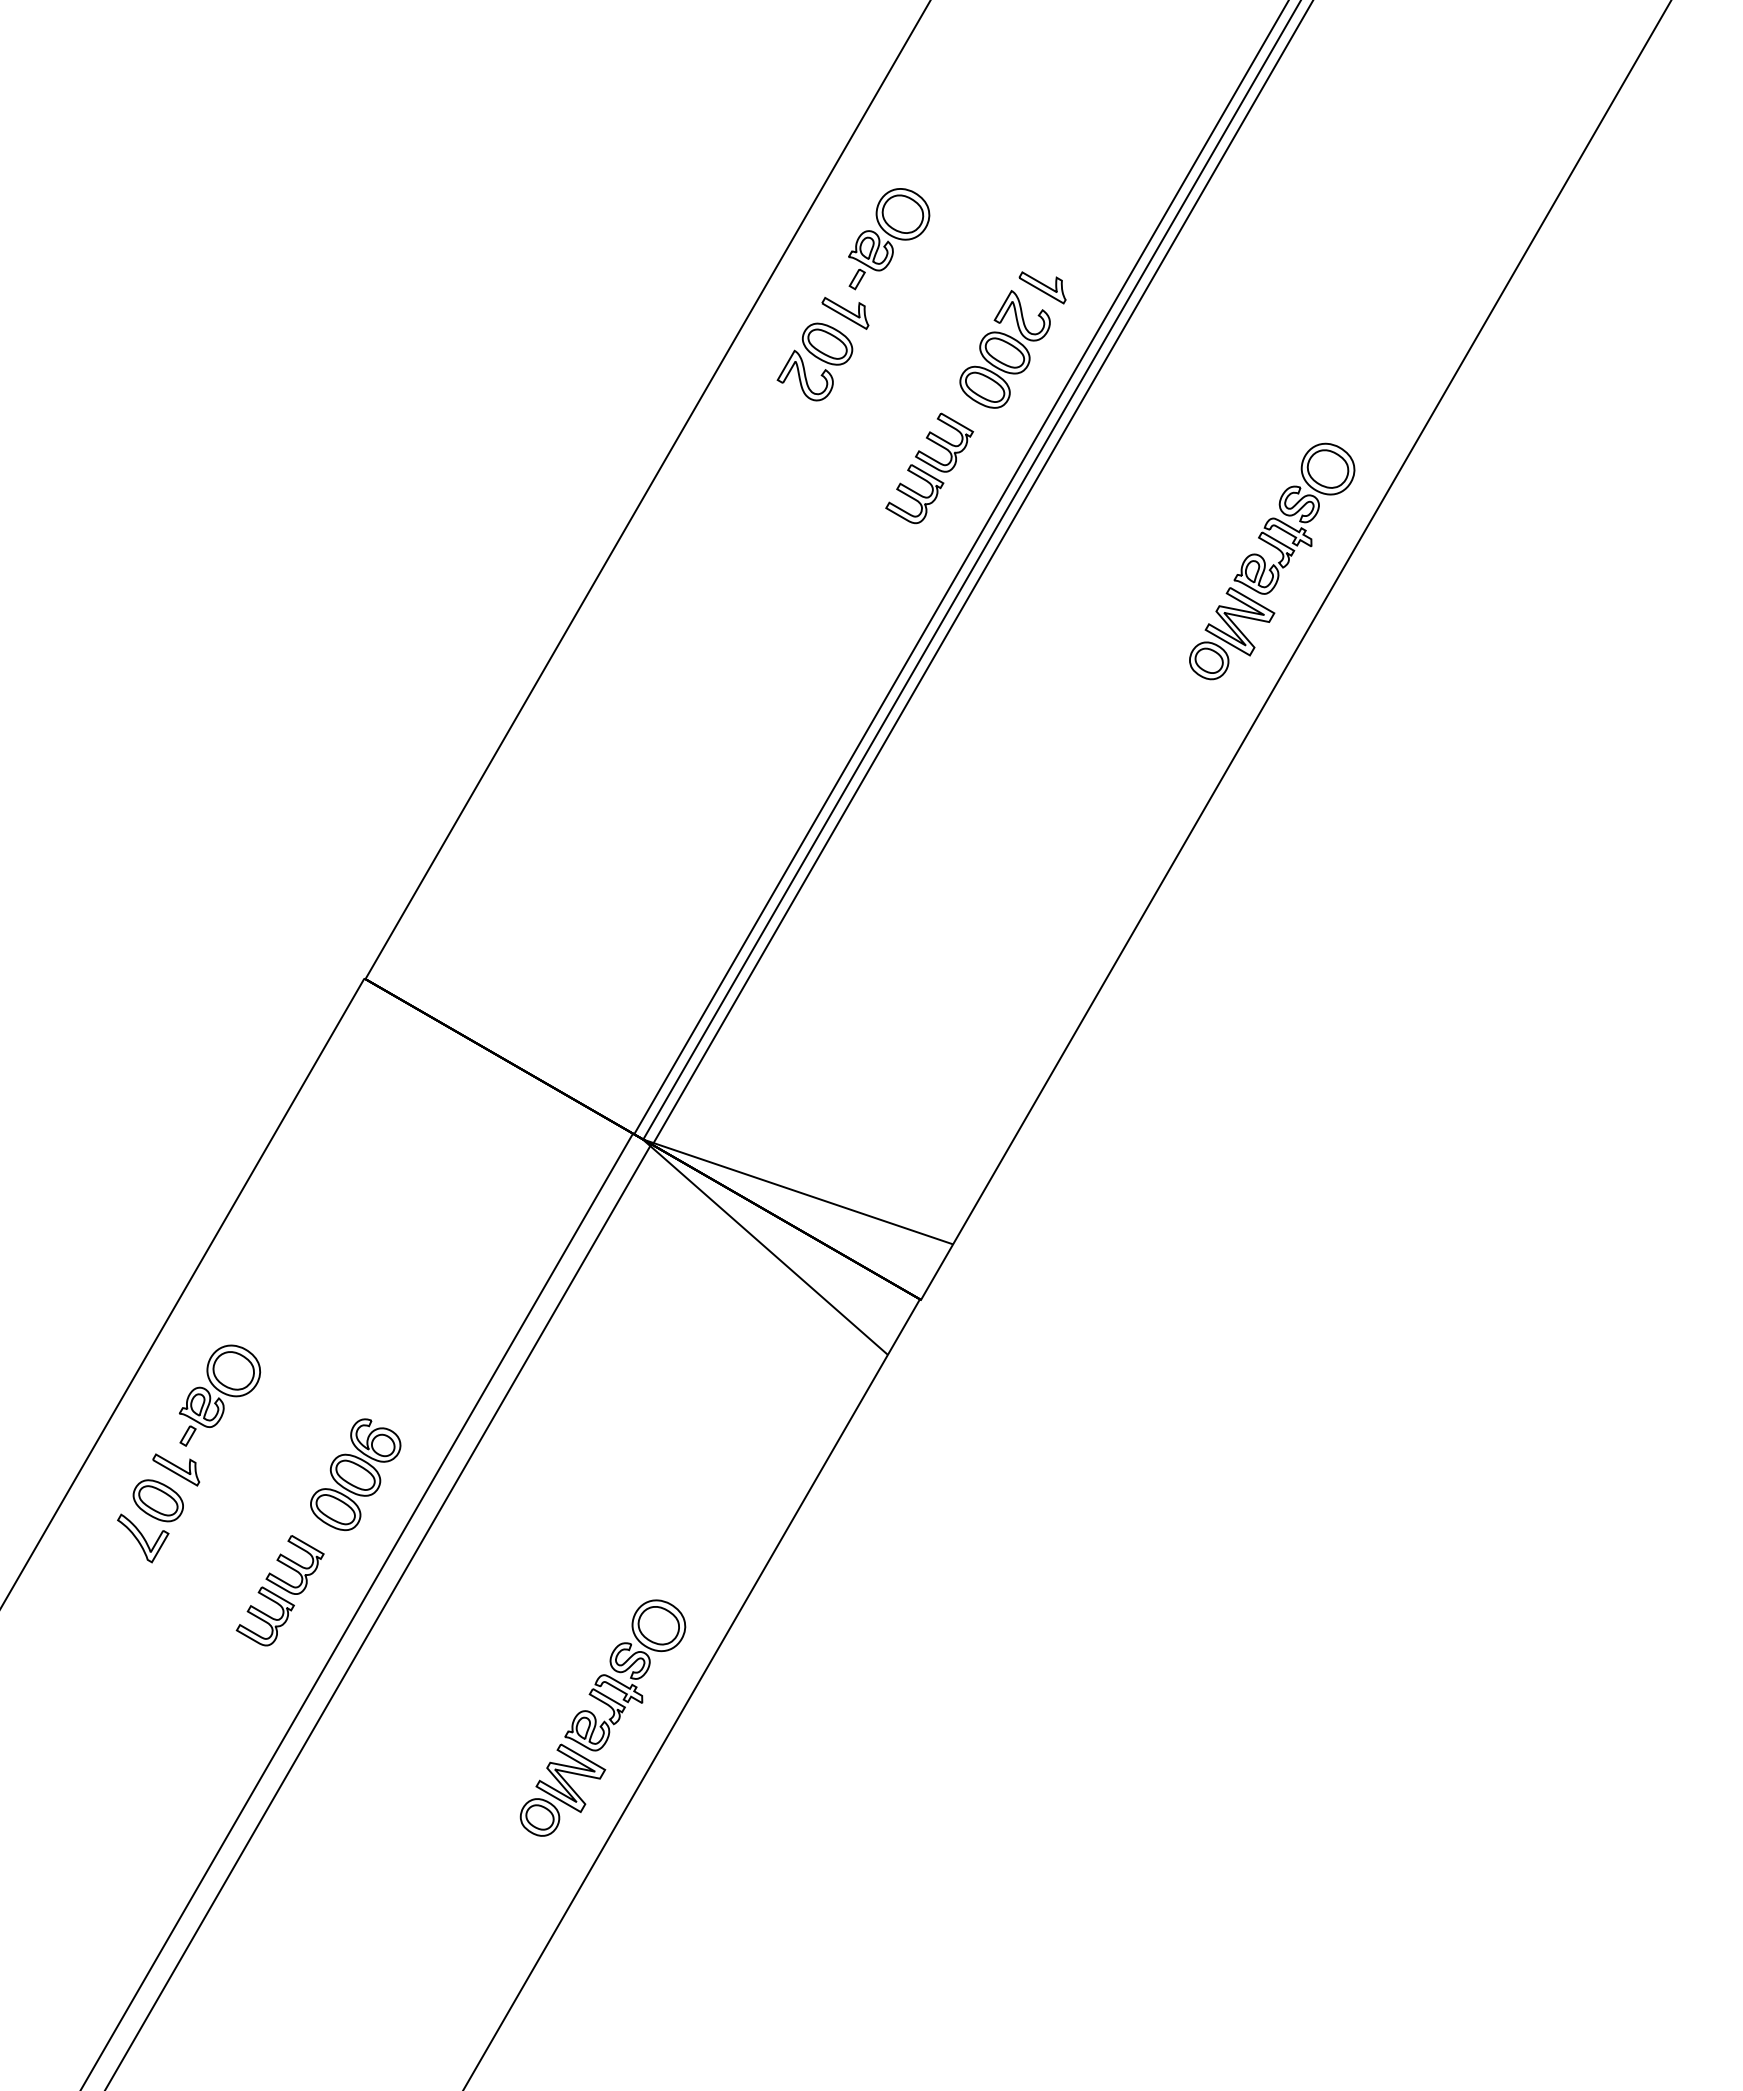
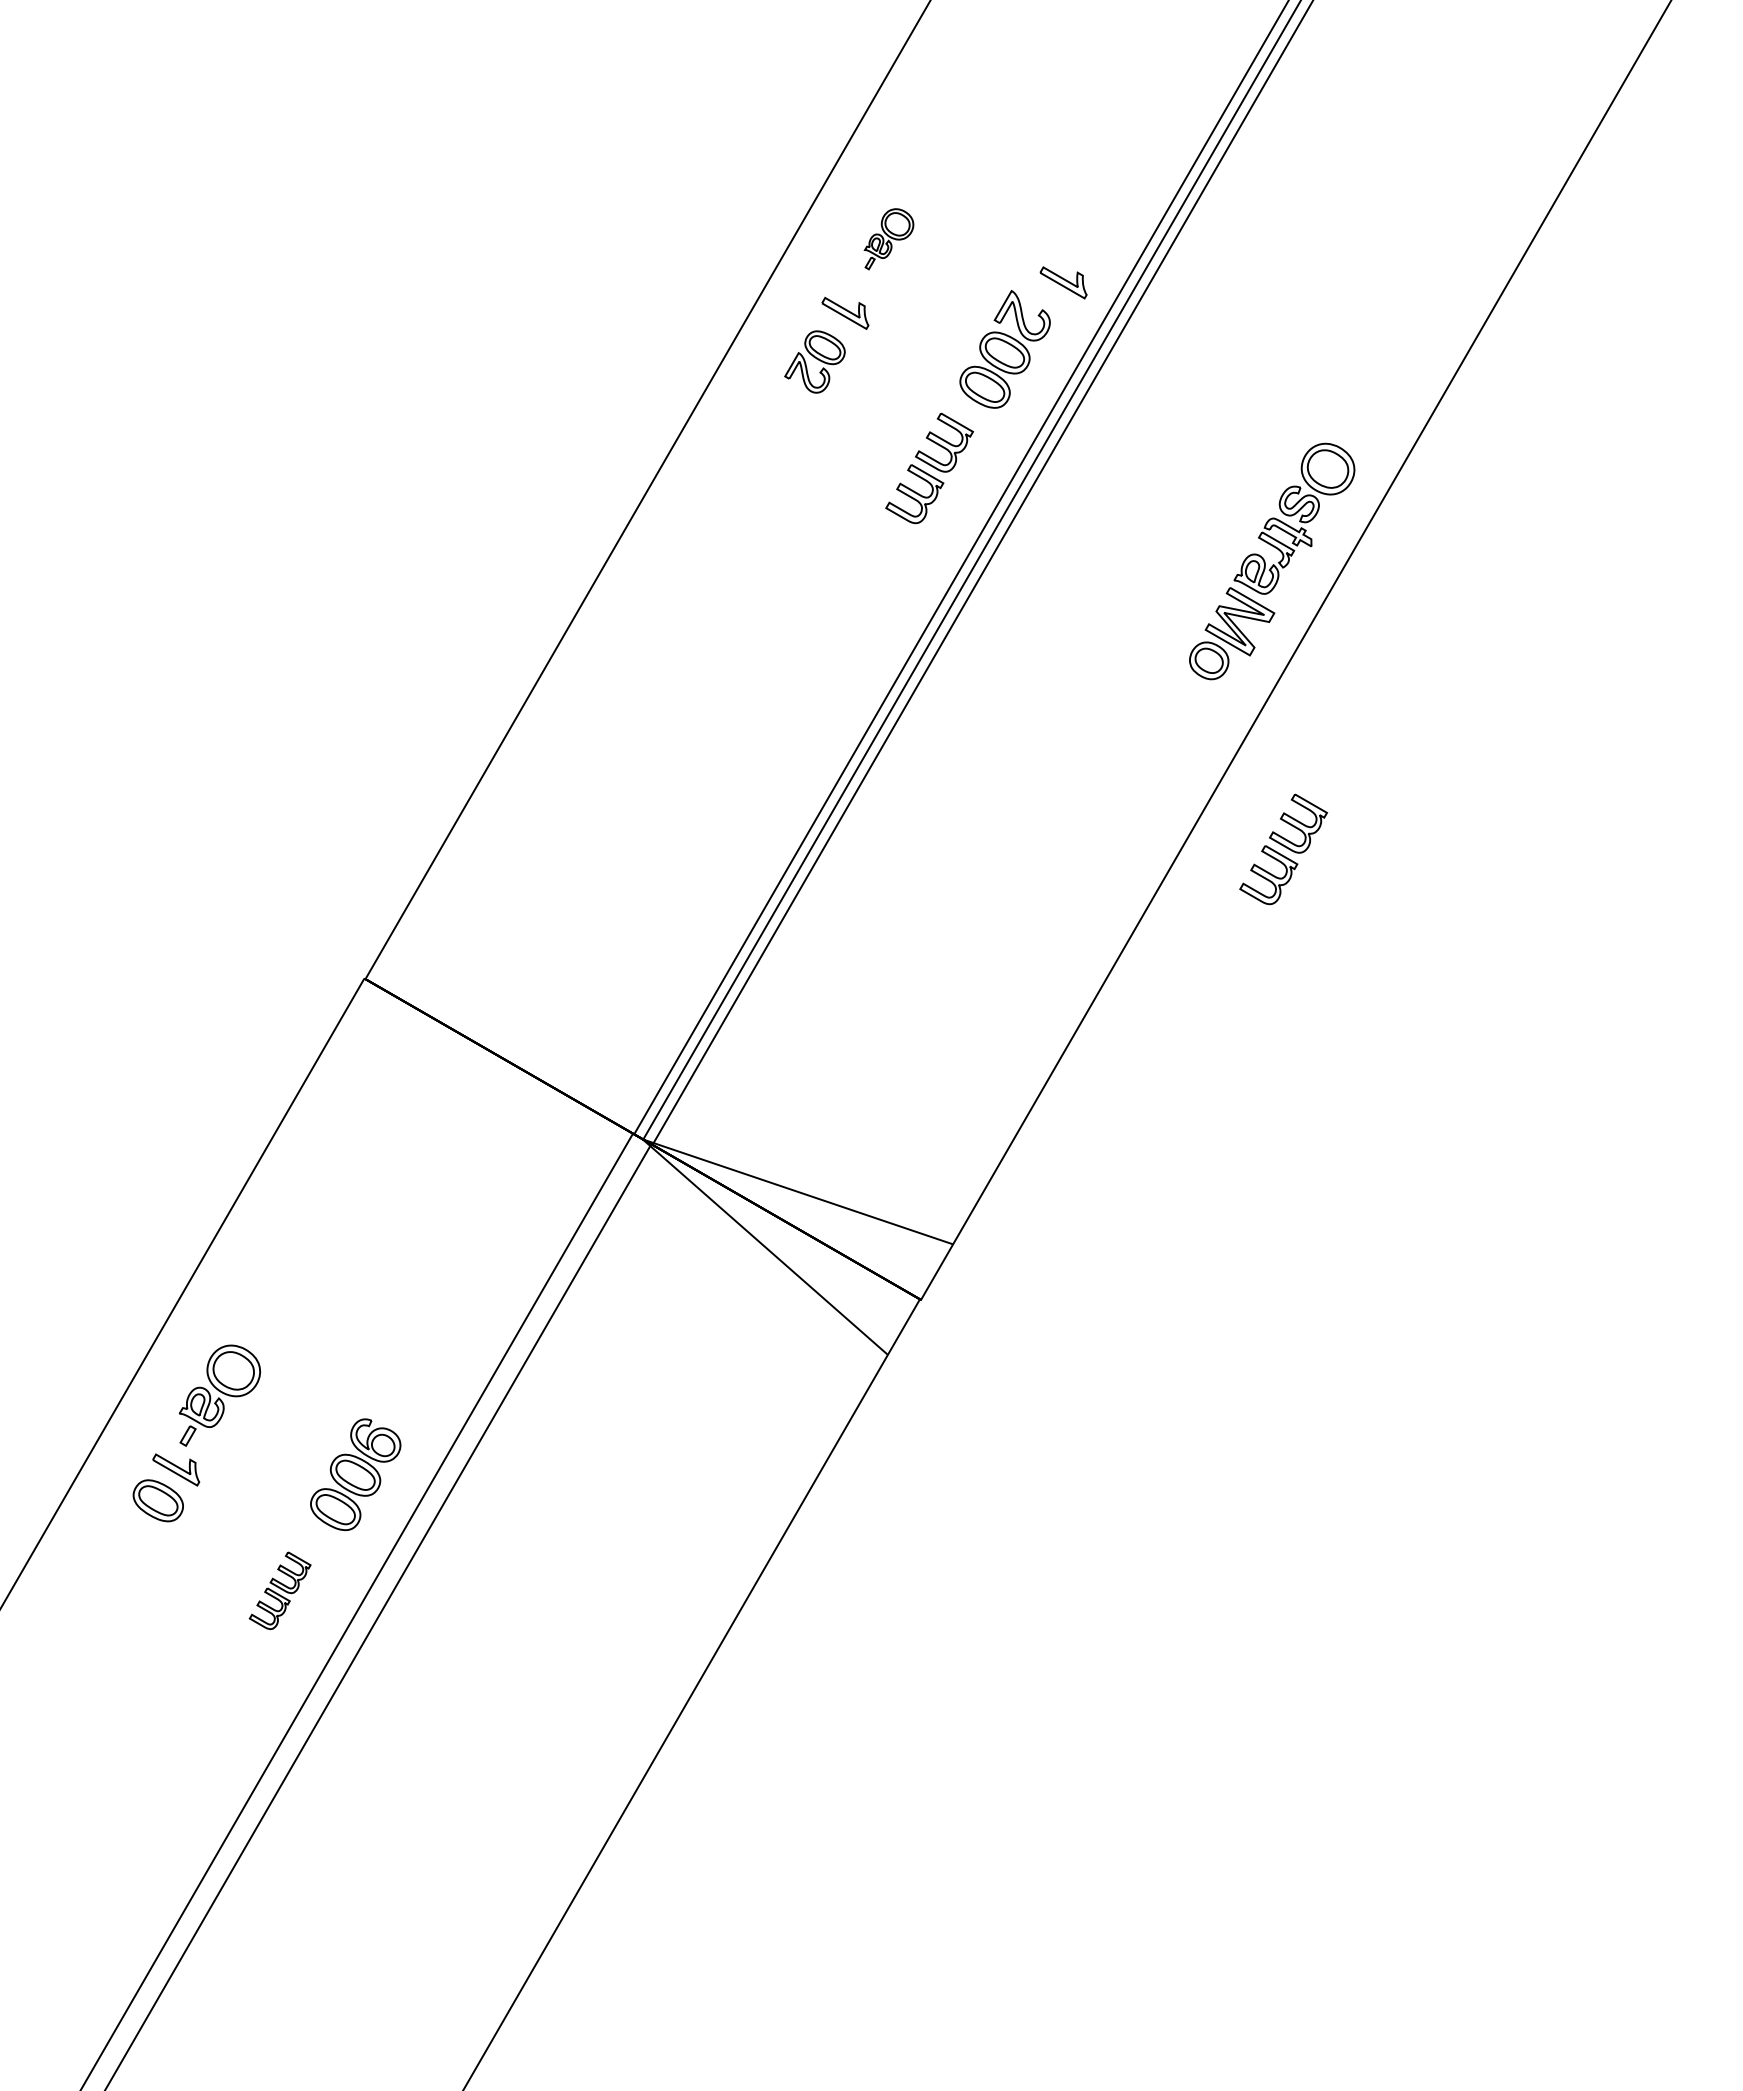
part at (889, 239) size: 83x103 px -> 52x63 px
part at (1042, 287) position: (1042, 287) -> (1063, 282)
part at (814, 361) size: 78x80 px -> 62x64 px
part at (1283, 849): none -> present
part at (143, 1538): present -> none
part at (279, 1590) size: 90x112 px -> 64x80 px
part at (602, 1717): present -> none
